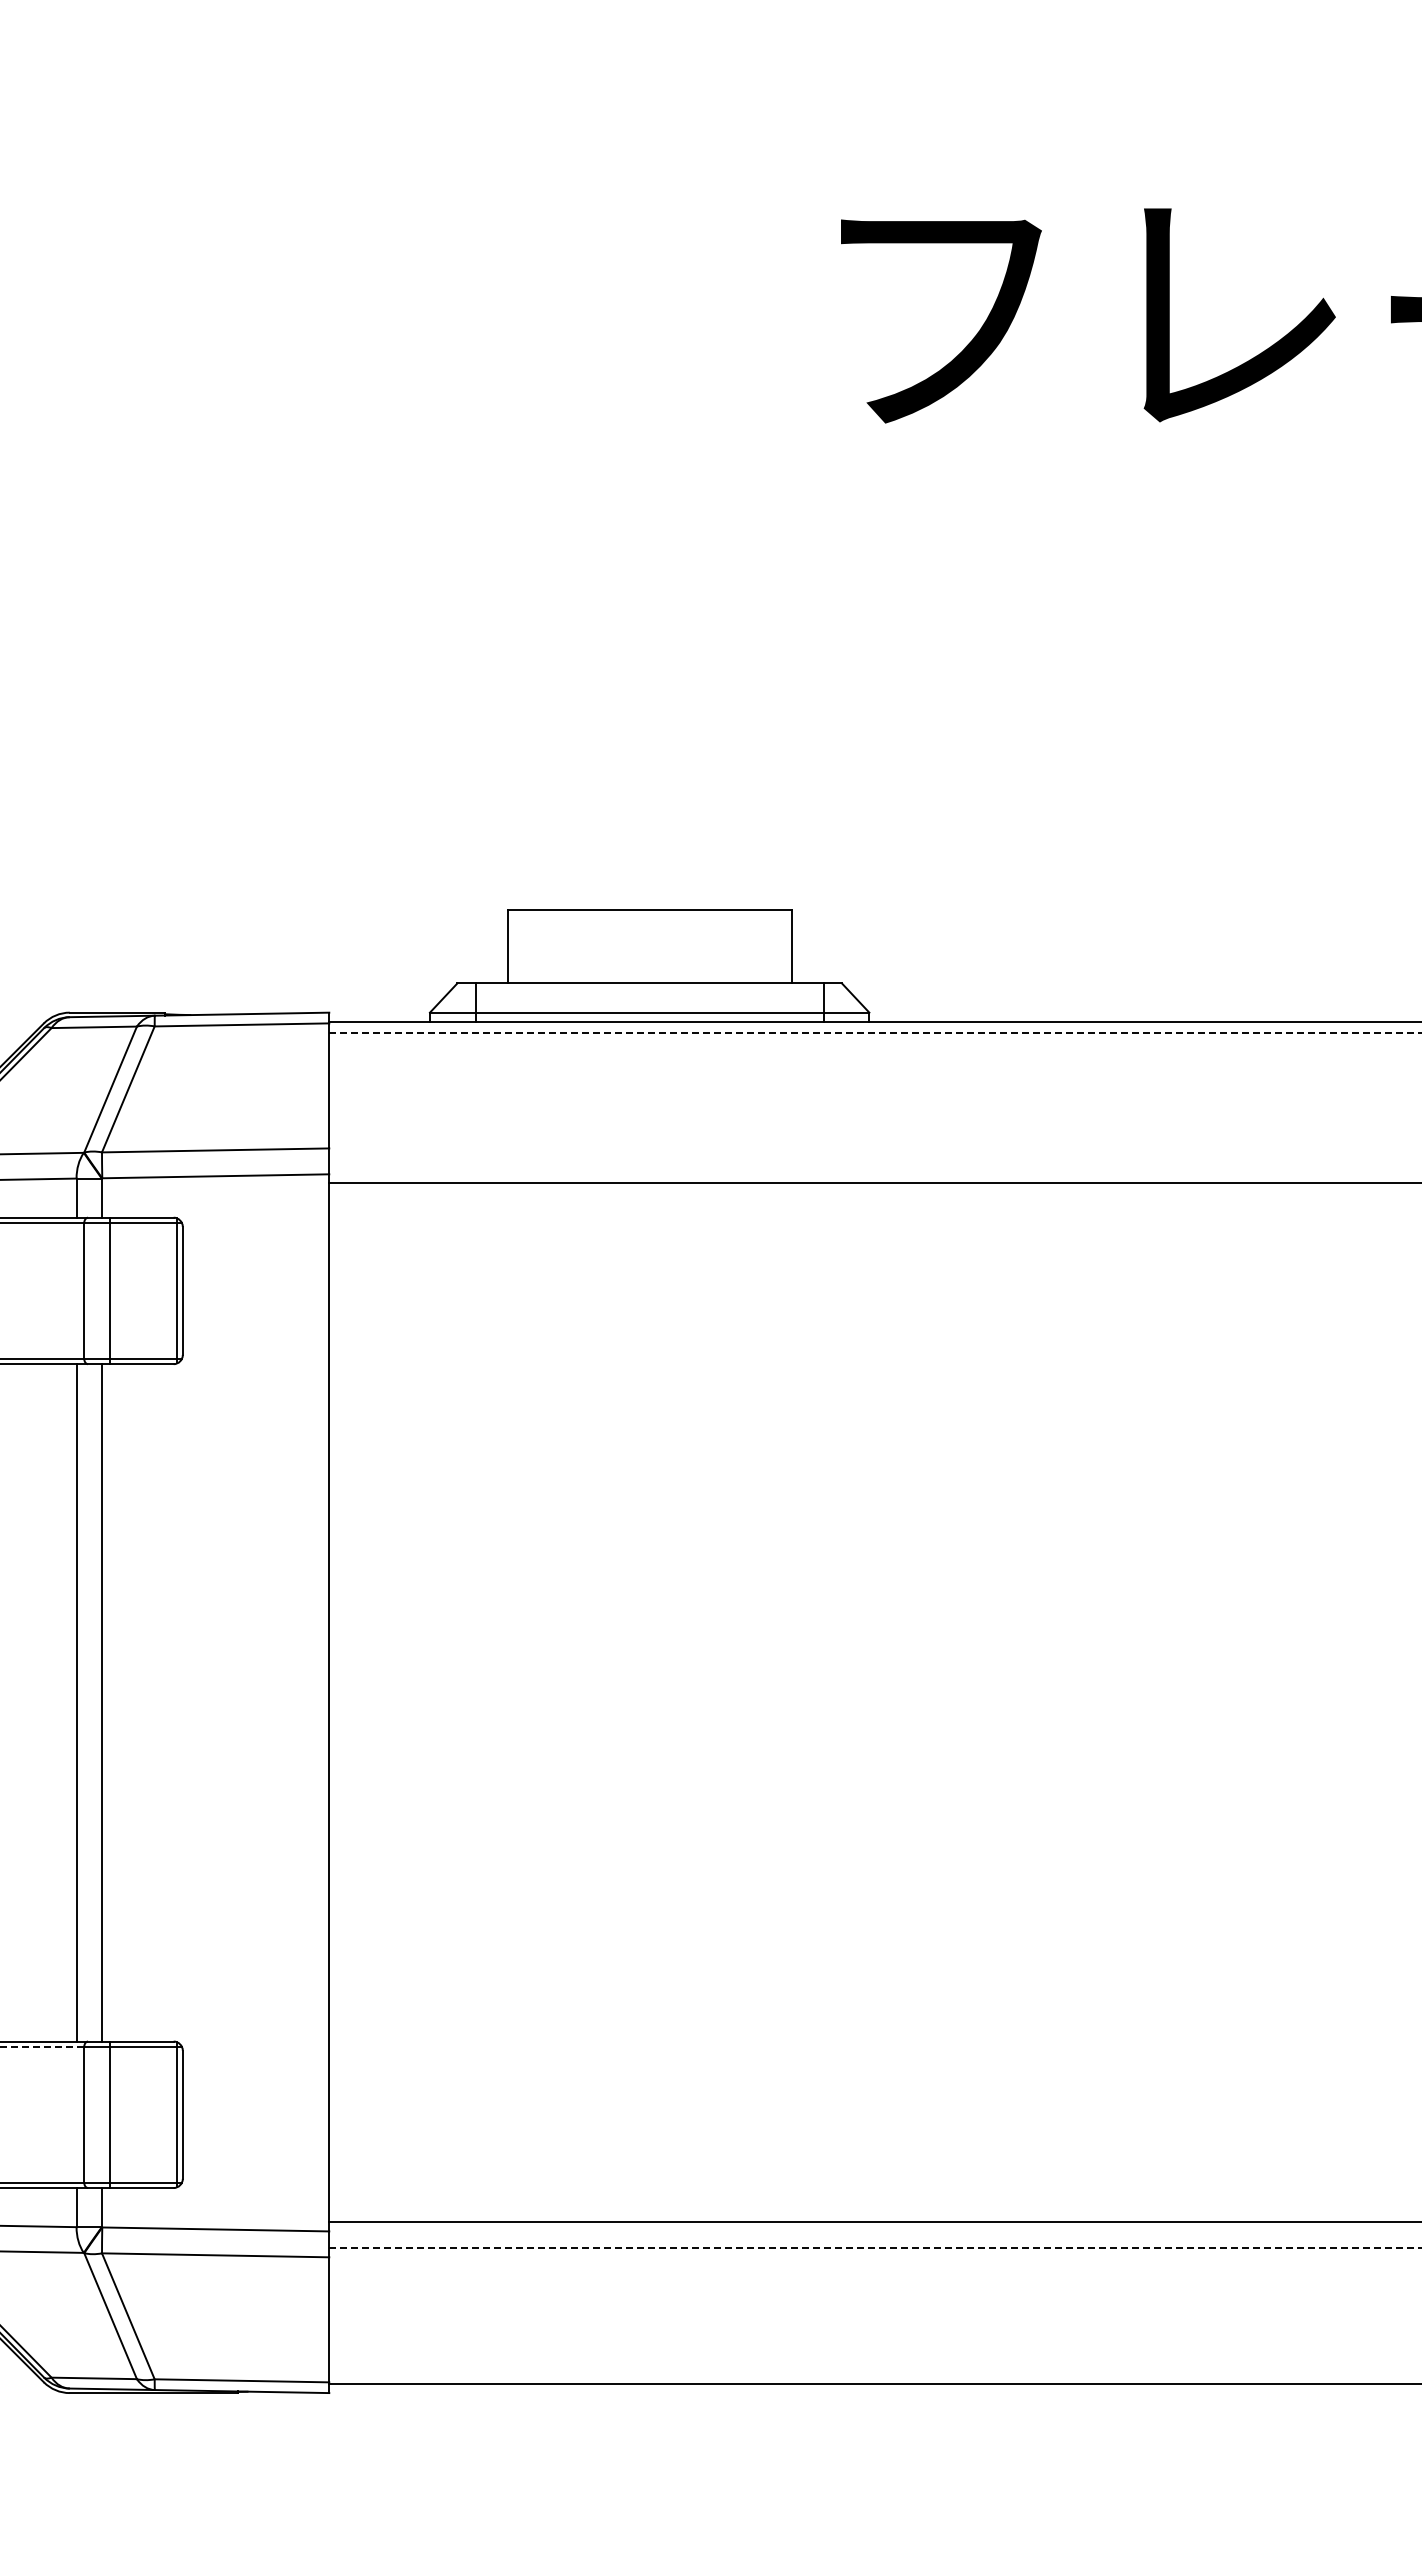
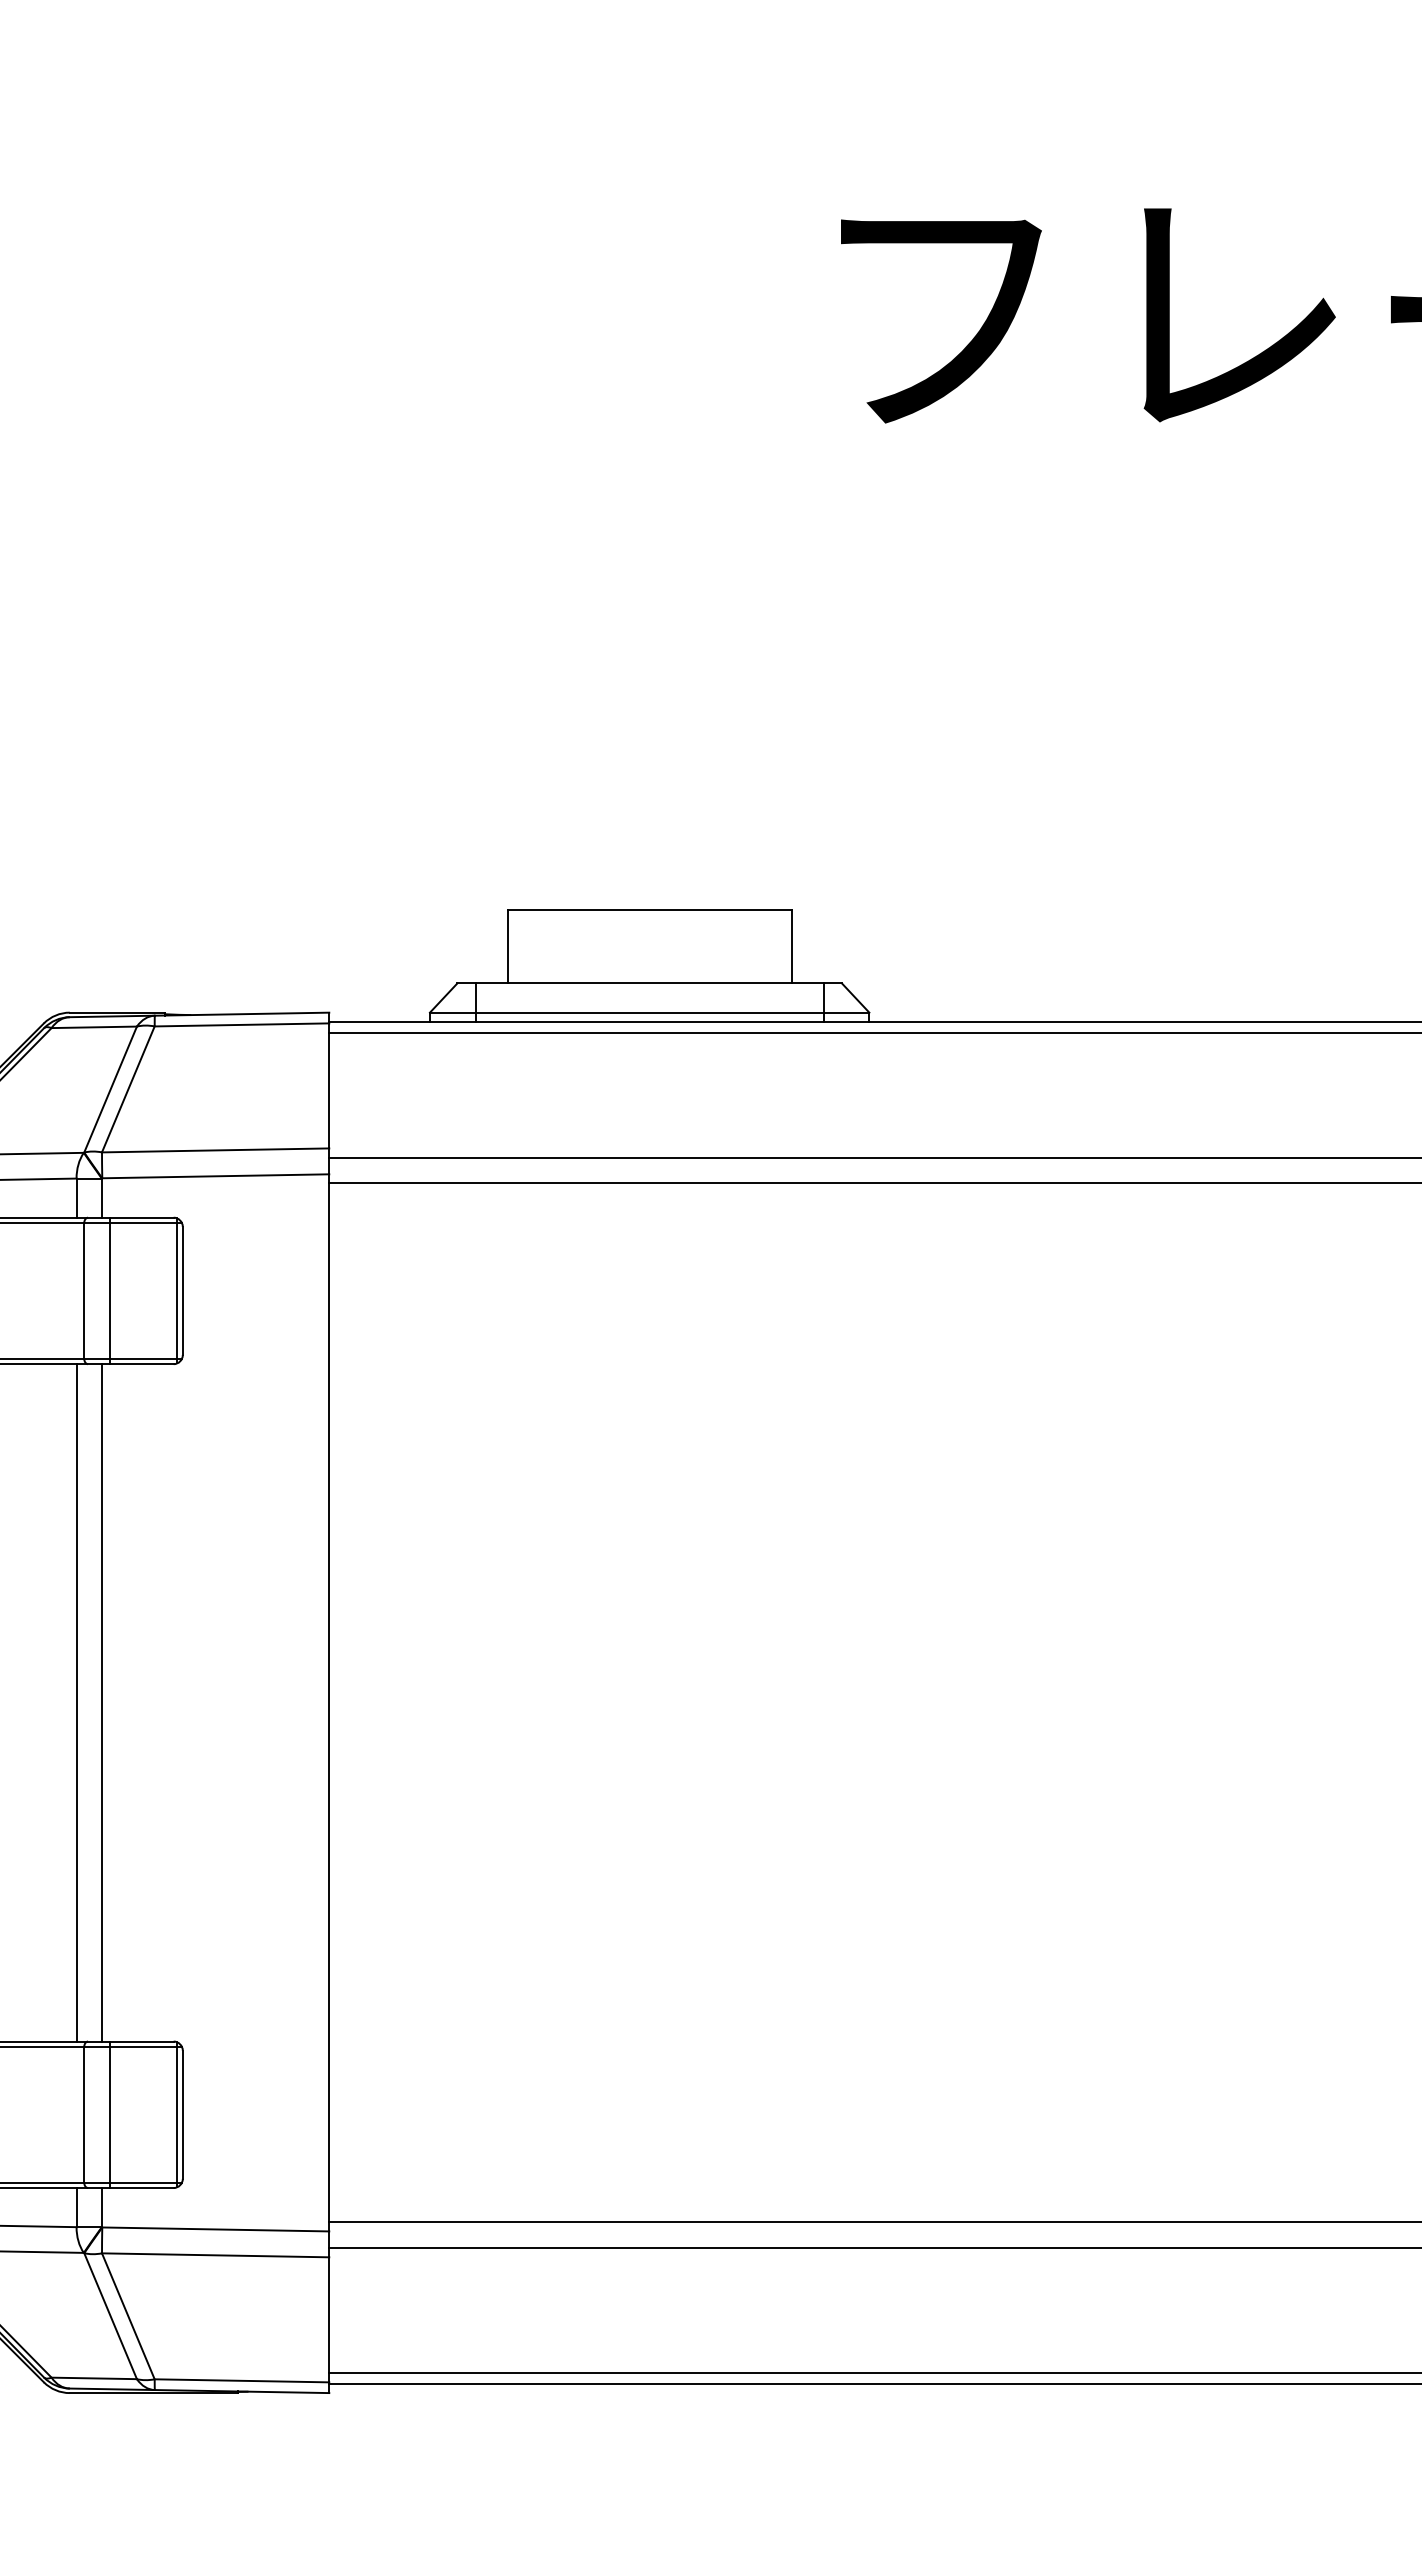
line at (875, 1032): dashed -> solid
line at (873, 1157): none -> present
line at (42, 2047): dashed -> solid
line at (875, 2248): dashed -> solid
line at (873, 2373): none -> present
